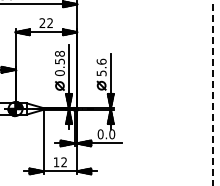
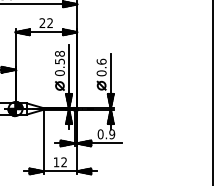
text at (101, 73): 5.6 -> 0.6
line at (212, 92): dashed -> solid
text at (111, 134): 0.0 -> 0.9
